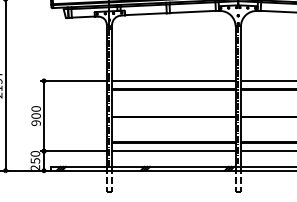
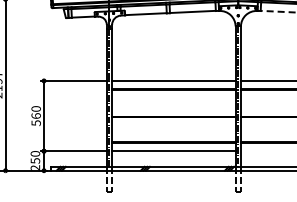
line at (278, 11): solid -> dashed
text at (35, 119): 900 -> 560
line at (266, 151): present -> none
